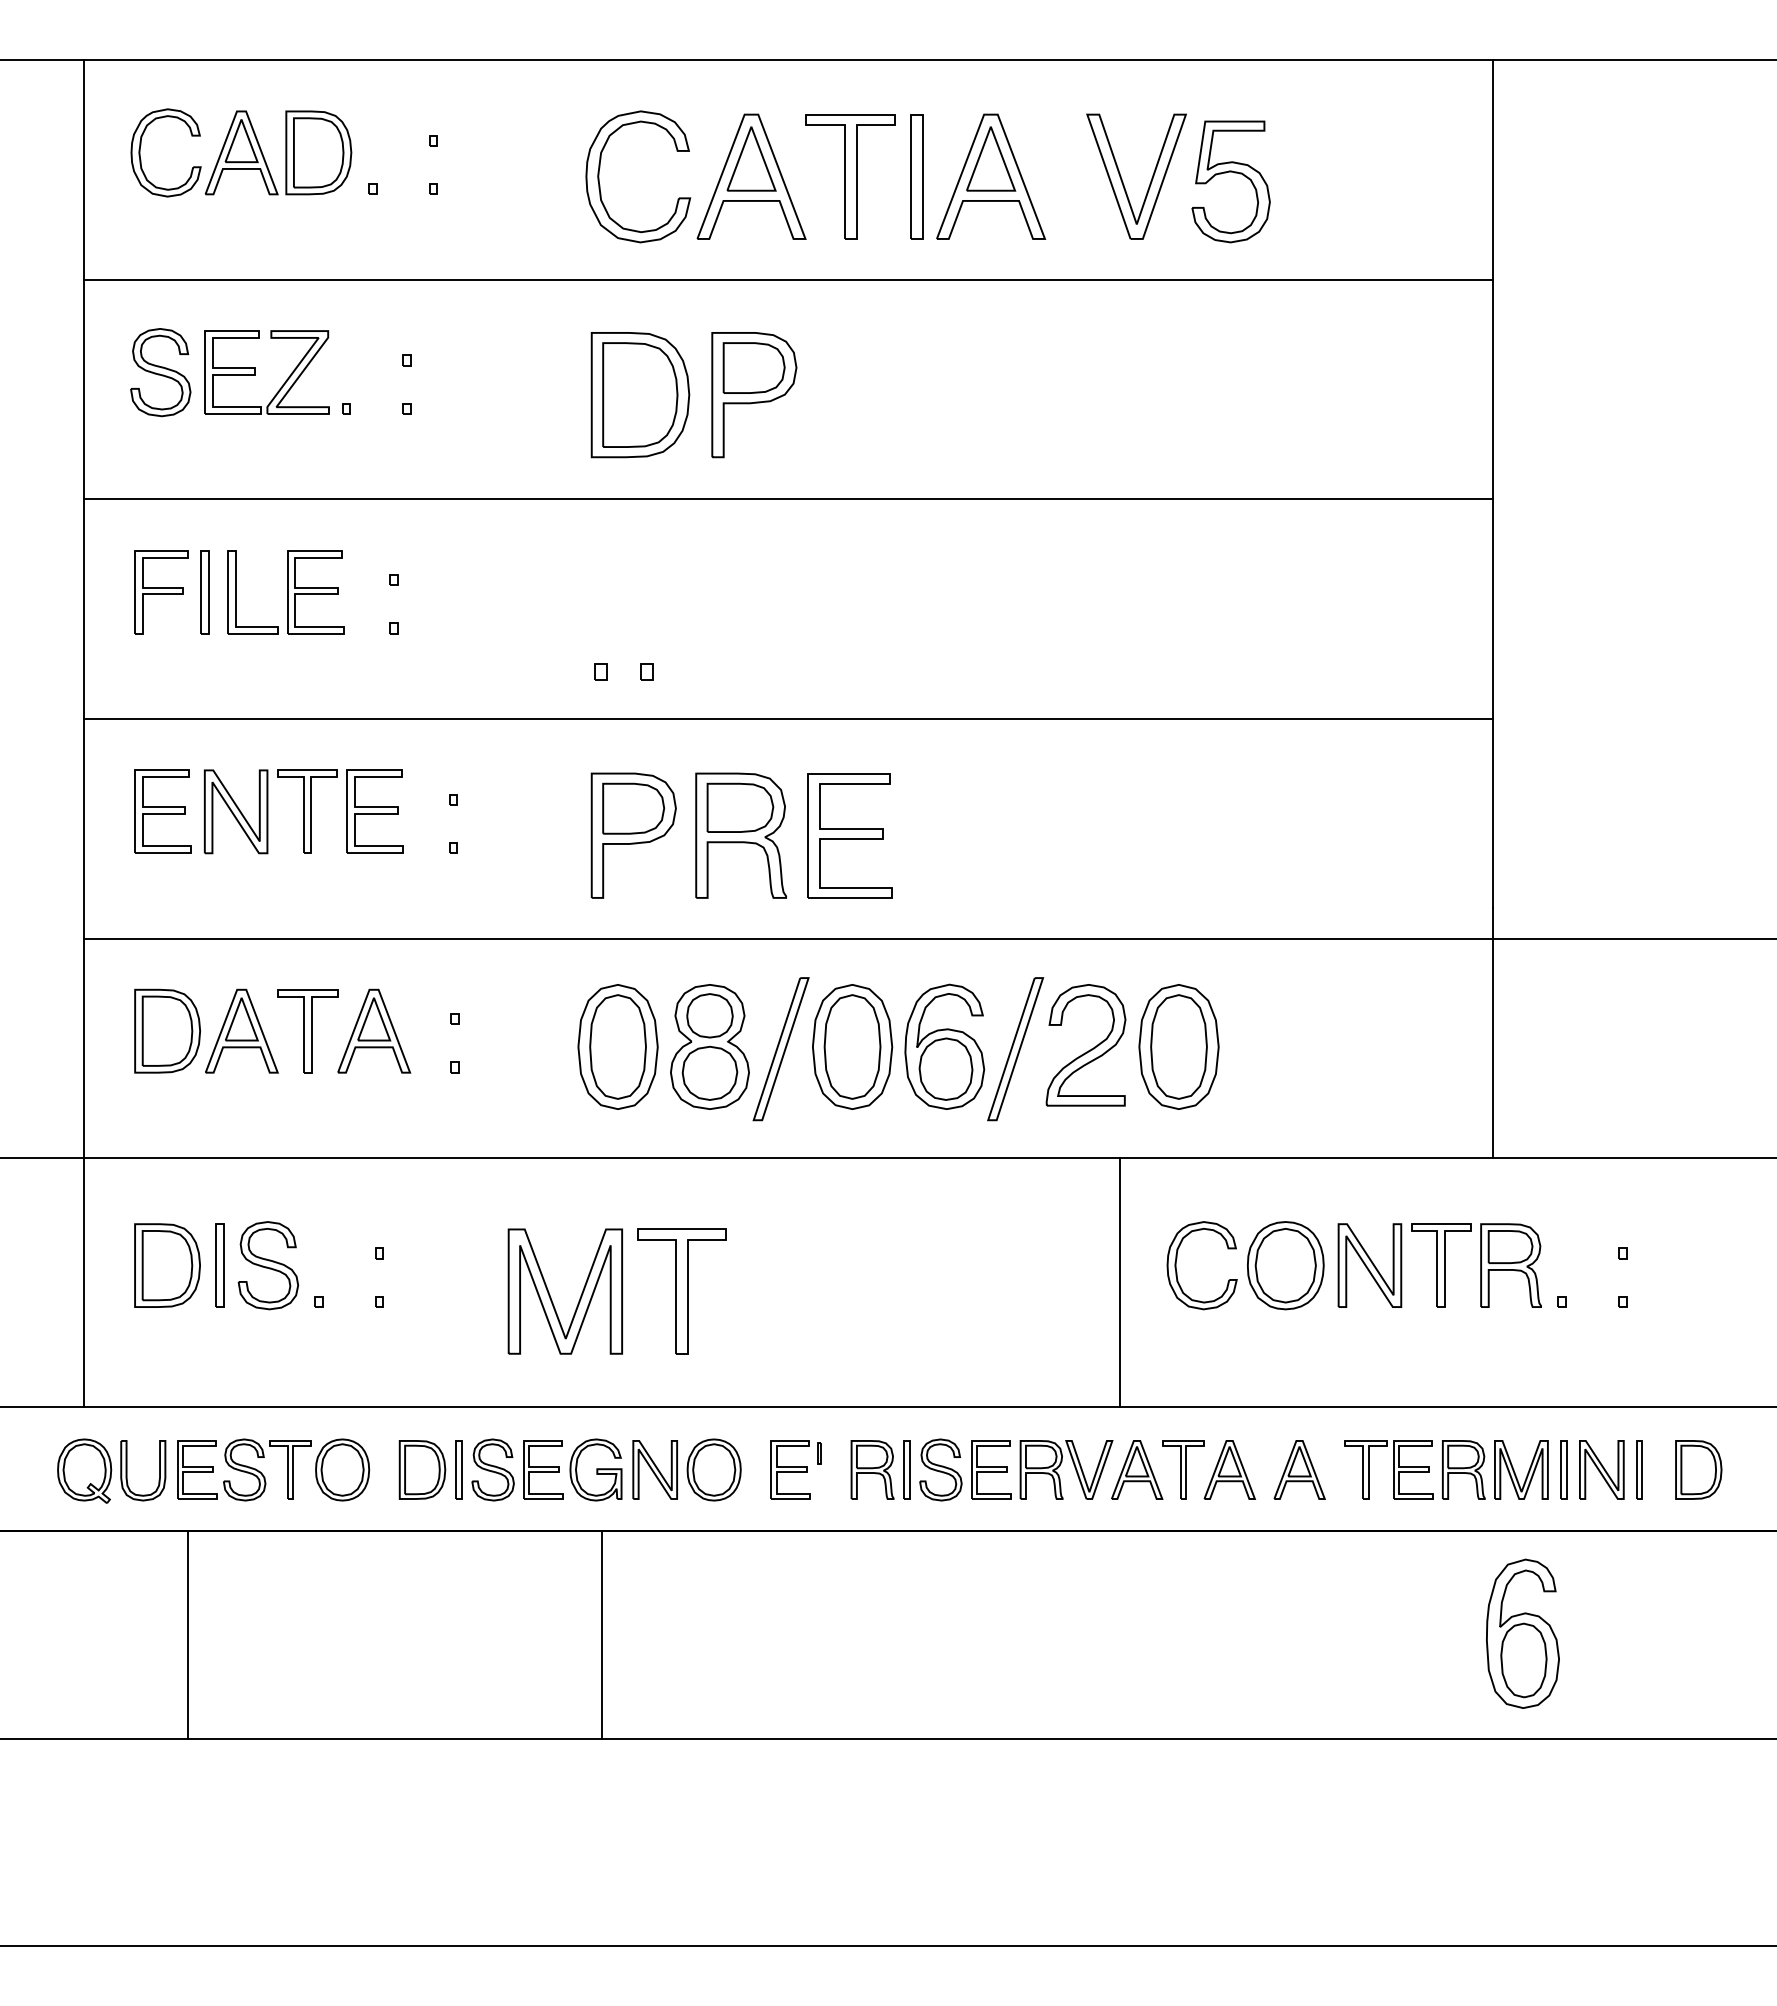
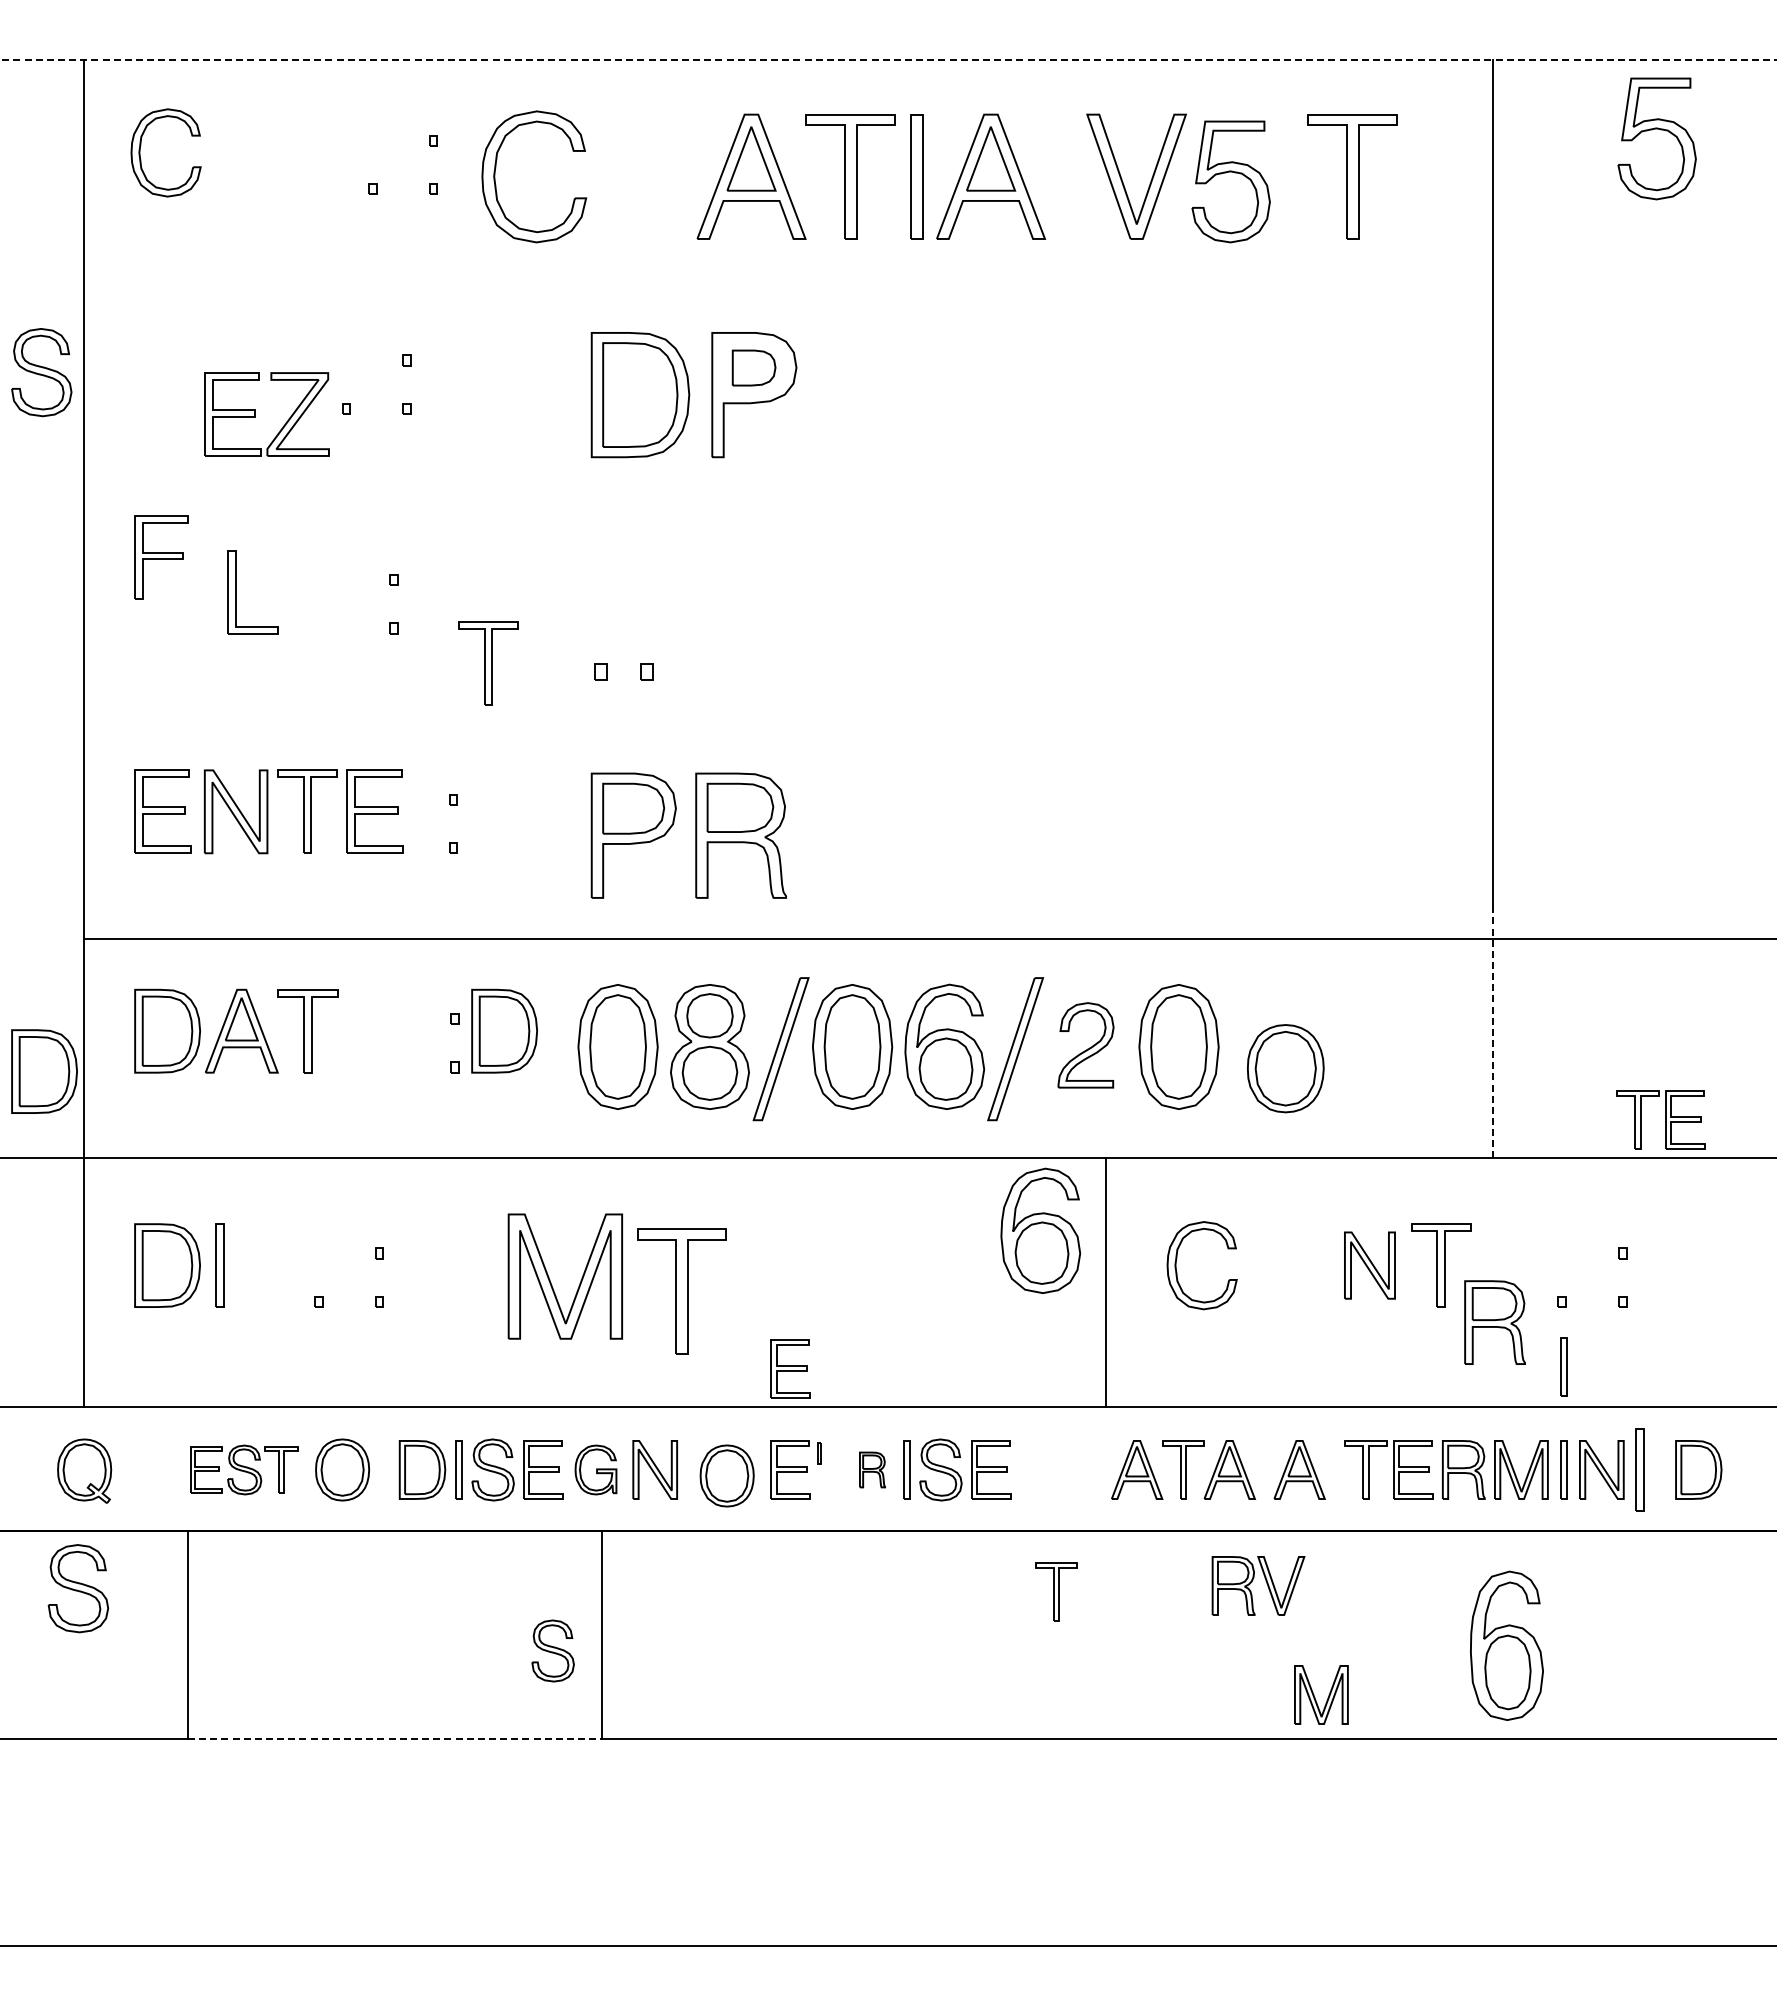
line at (888, 60): solid -> dashed
part at (1652, 130): none -> present
part at (285, 152): present -> none
part at (600, 168) position: (600, 168) -> (496, 168)
part at (1352, 176): none -> present
line at (788, 279): present -> none
part at (753, 367) size: 64x52 px -> 46x38 px
part at (160, 372) position: (160, 372) -> (41, 372)
part at (255, 372) position: (255, 372) -> (255, 414)
line at (788, 499): present -> none
part at (161, 592) position: (161, 592) -> (161, 557)
part at (204, 592): present -> none
part at (315, 592): present -> none
part at (488, 663): none -> present
line at (788, 719): present -> none
part at (849, 835): present -> none
part at (374, 1030): present -> none
part at (504, 1030): none -> present
line at (1493, 1032): solid -> dashed
part at (1085, 1045) size: 82x123 px -> 58x87 px
part at (44, 1071): none -> present
part at (1660, 1119): none -> present
part at (1040, 1230): none -> present
part at (268, 1265) position: (268, 1265) -> (78, 1588)
part at (1285, 1265) position: (1285, 1265) -> (1285, 1068)
part at (1369, 1265) size: 66x85 px -> 52x69 px
part at (1510, 1265) position: (1510, 1265) -> (1494, 1322)
line at (1120, 1282) position: (1120, 1282) -> (1106, 1282)
part at (550, 1294) position: (550, 1294) -> (550, 1279)
part at (1563, 1366): none -> present
part at (790, 1368): none -> present
part at (1060, 1466) position: (1060, 1466) -> (1252, 1582)
part at (244, 1469) size: 135x64 px -> 109x52 px
part at (595, 1469) size: 54x64 px -> 44x52 px
part at (713, 1469) position: (713, 1469) -> (726, 1475)
part at (872, 1469) size: 45x60 px -> 27x38 px
part at (1639, 1469) size: 7x60 px -> 10x84 px
part at (127, 1470): present -> none
part at (1056, 1591): none -> present
part at (1522, 1633) position: (1522, 1633) -> (1506, 1645)
part at (552, 1650): none -> present
part at (1315, 1697): none -> present
line at (395, 1738): solid -> dashed
